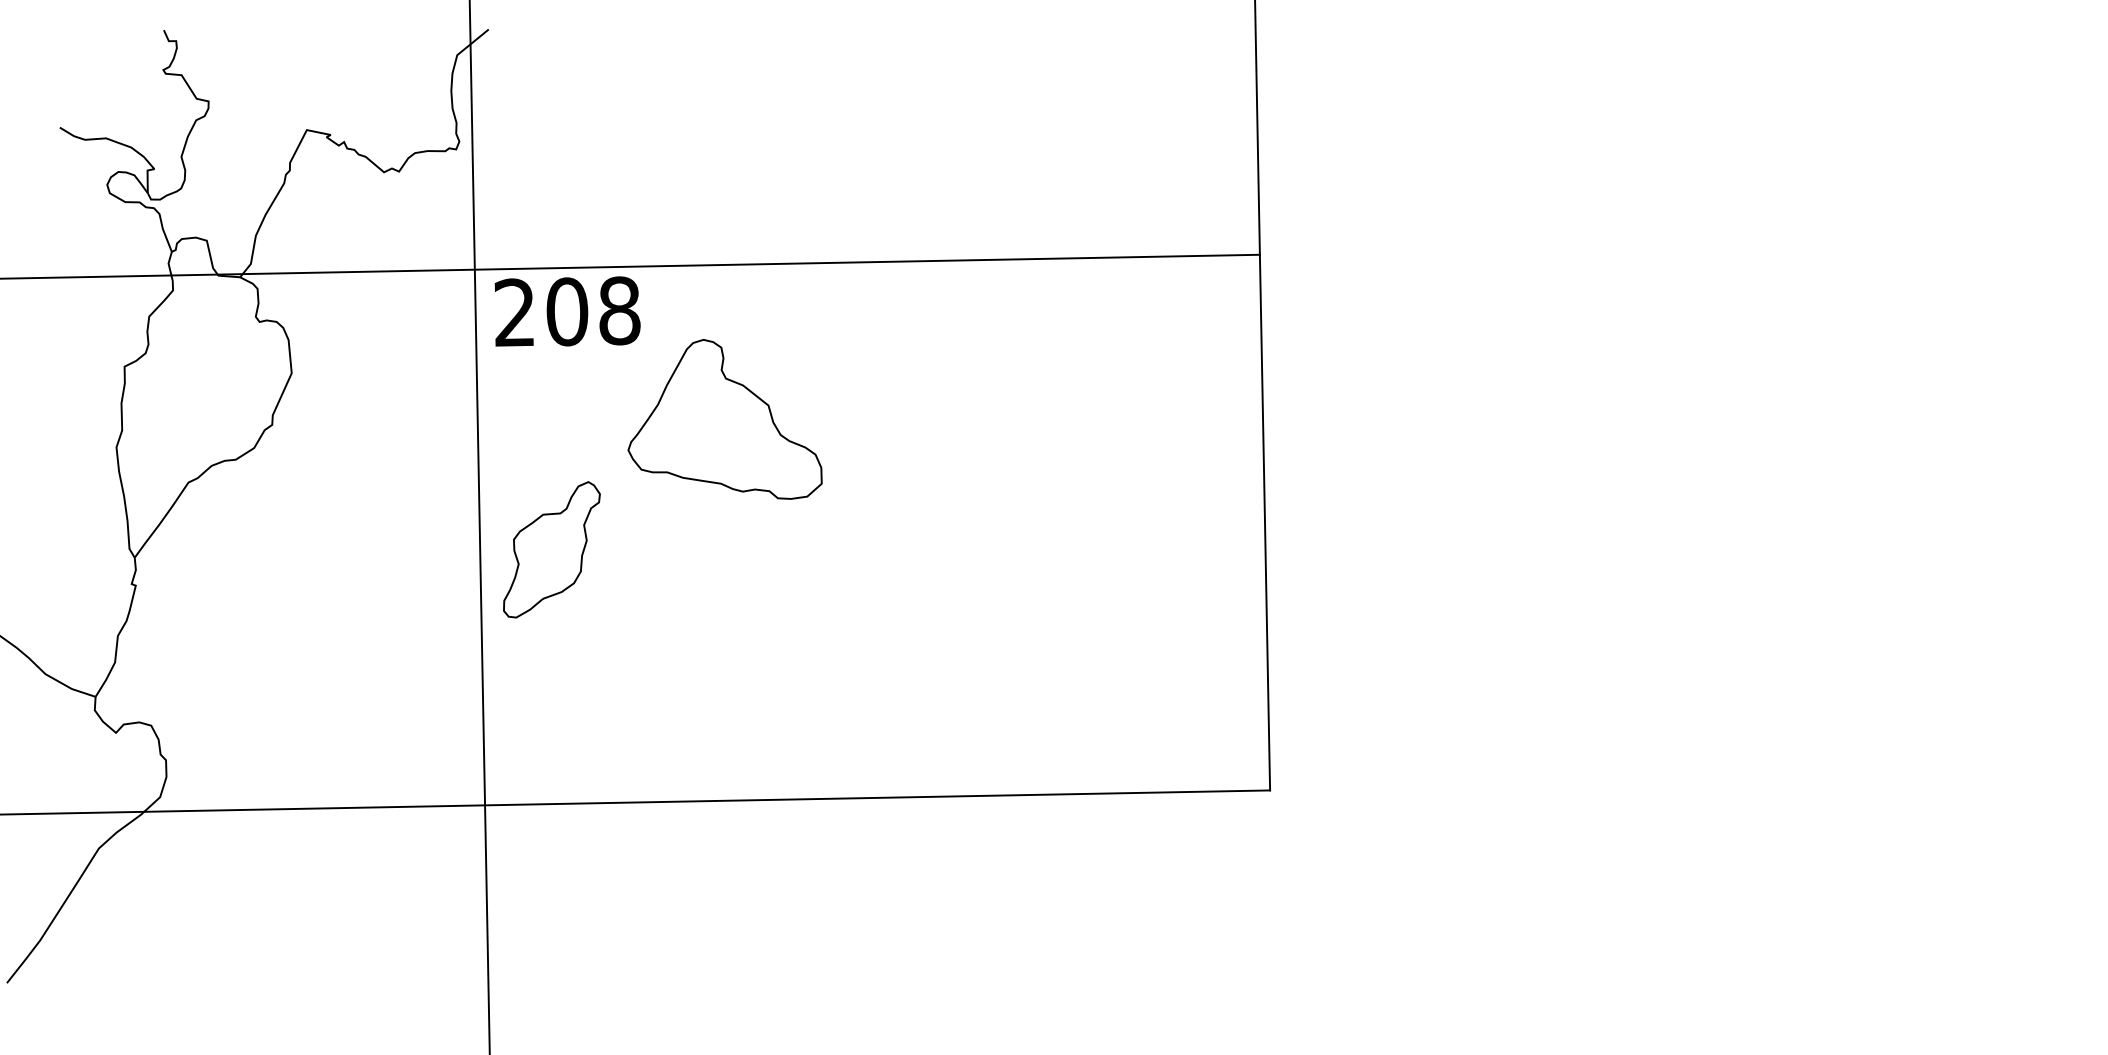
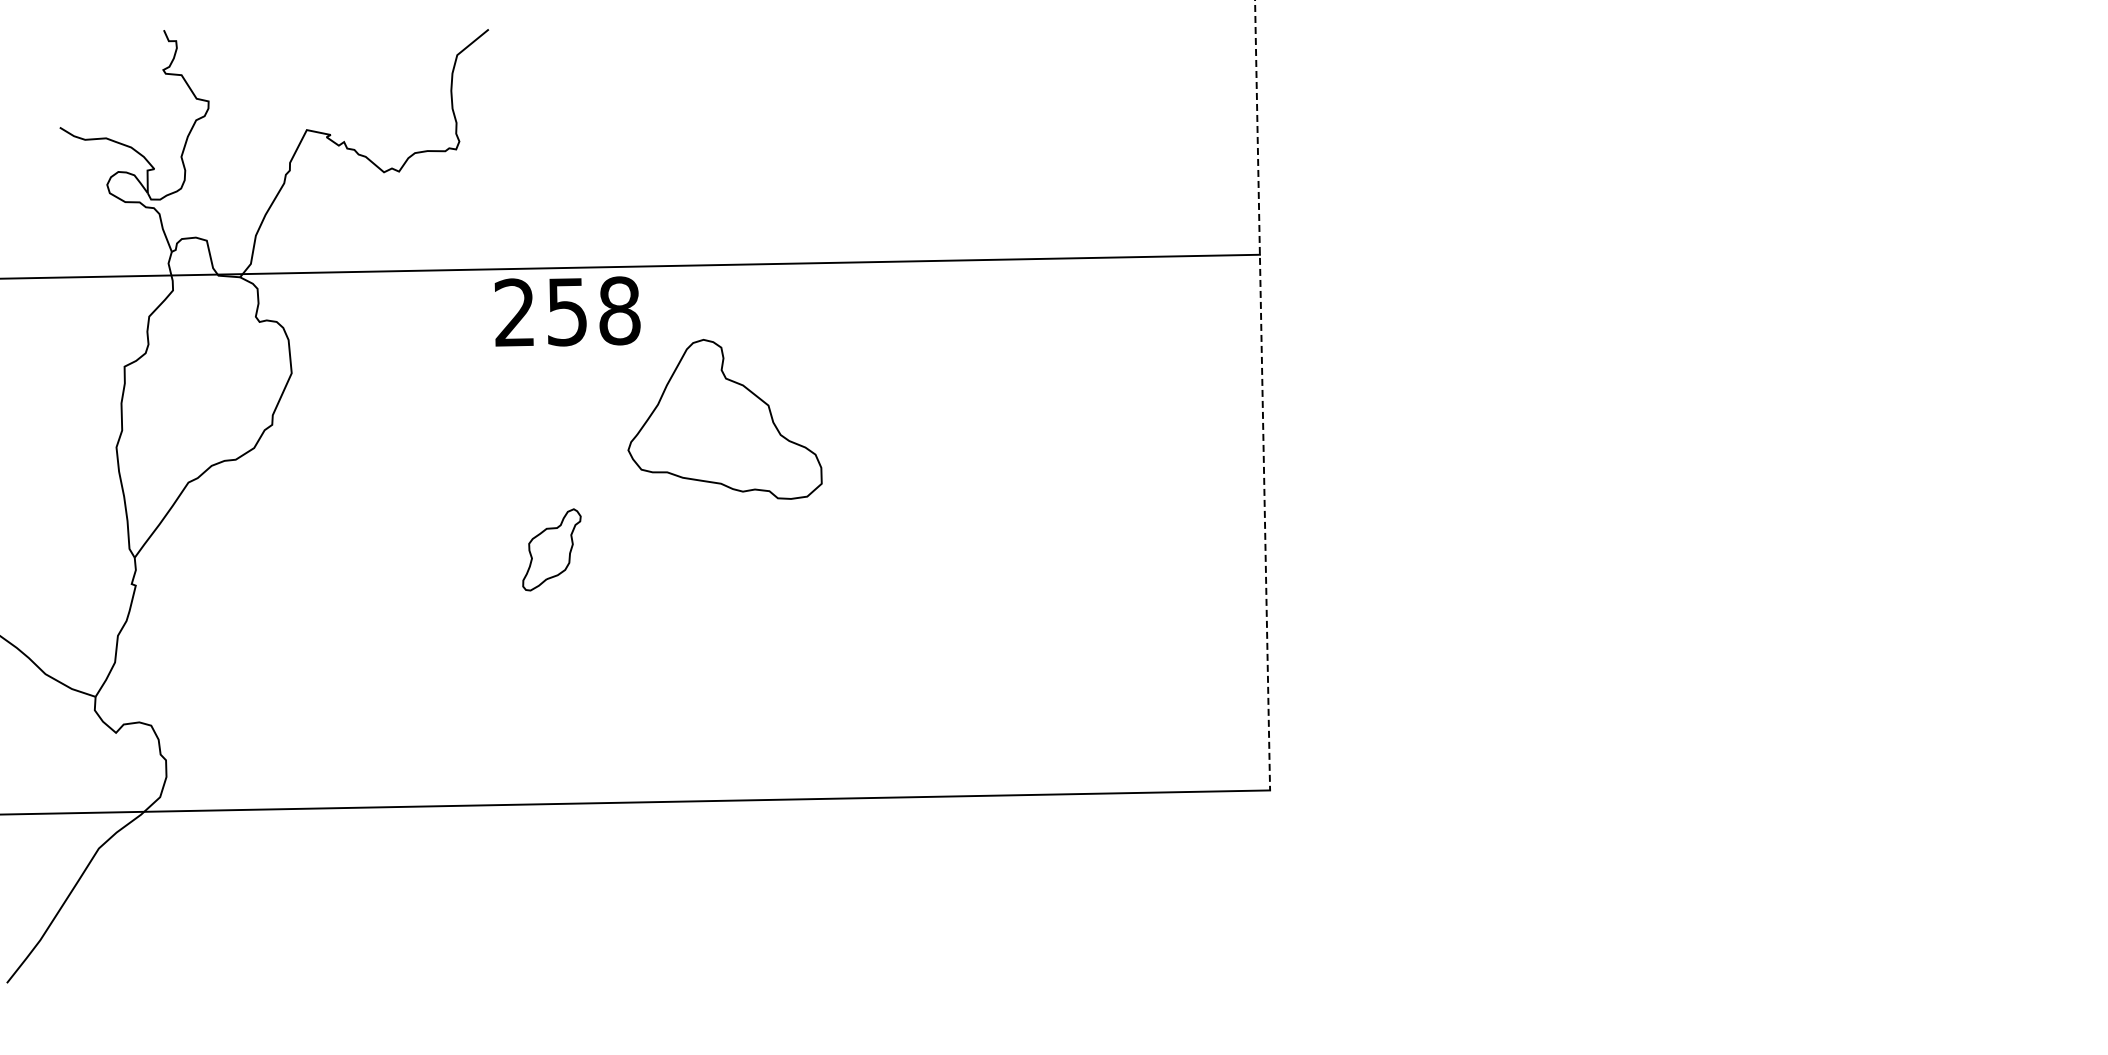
text at (567, 311): 208 -> 258
line at (1262, 395): solid -> dashed
line at (479, 526): present -> none
part at (551, 549) size: 98x138 px -> 60x84 px
